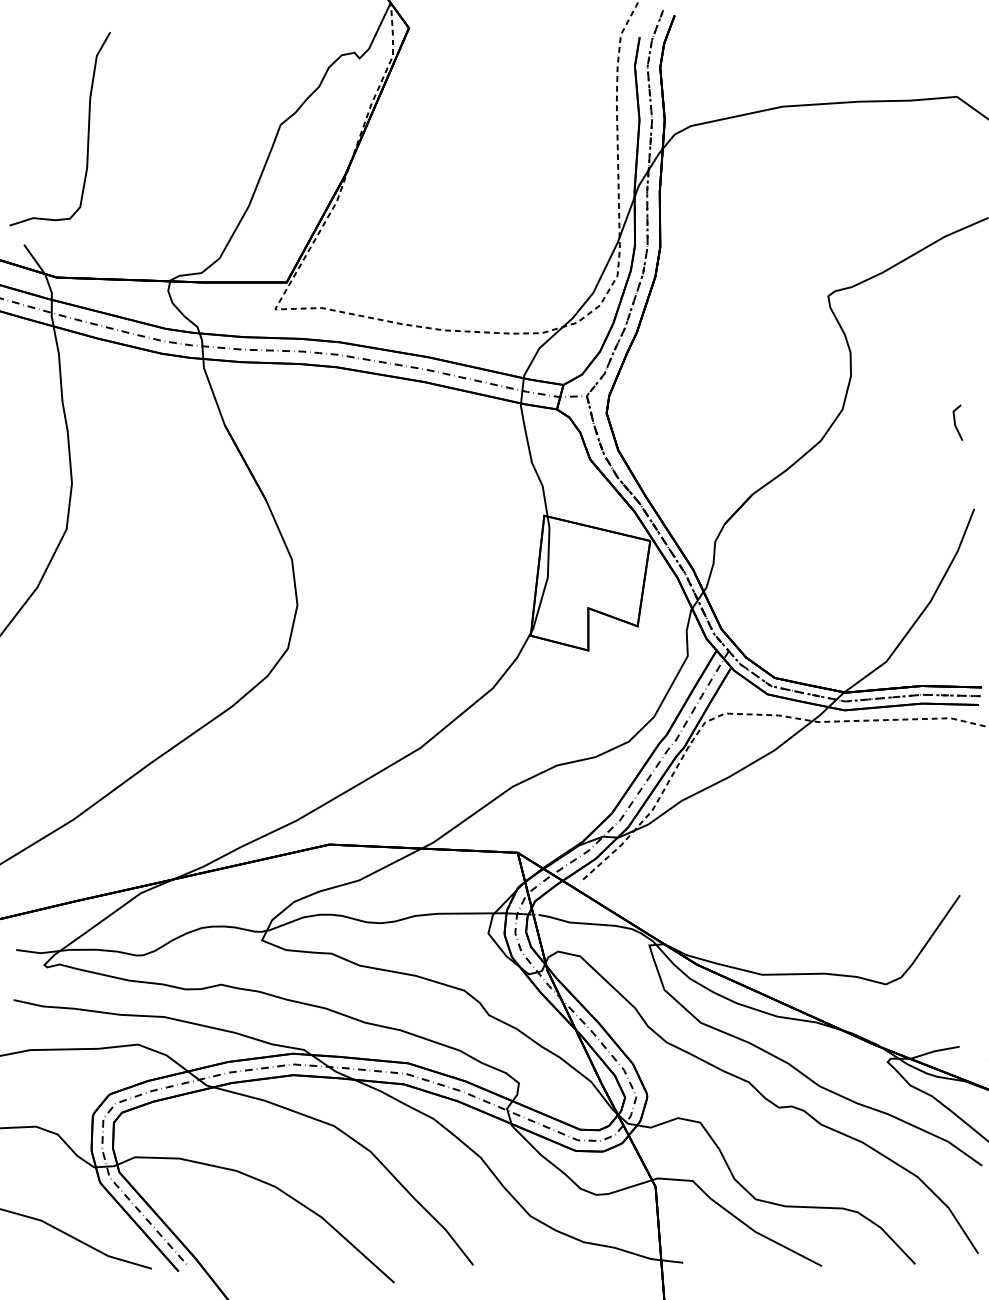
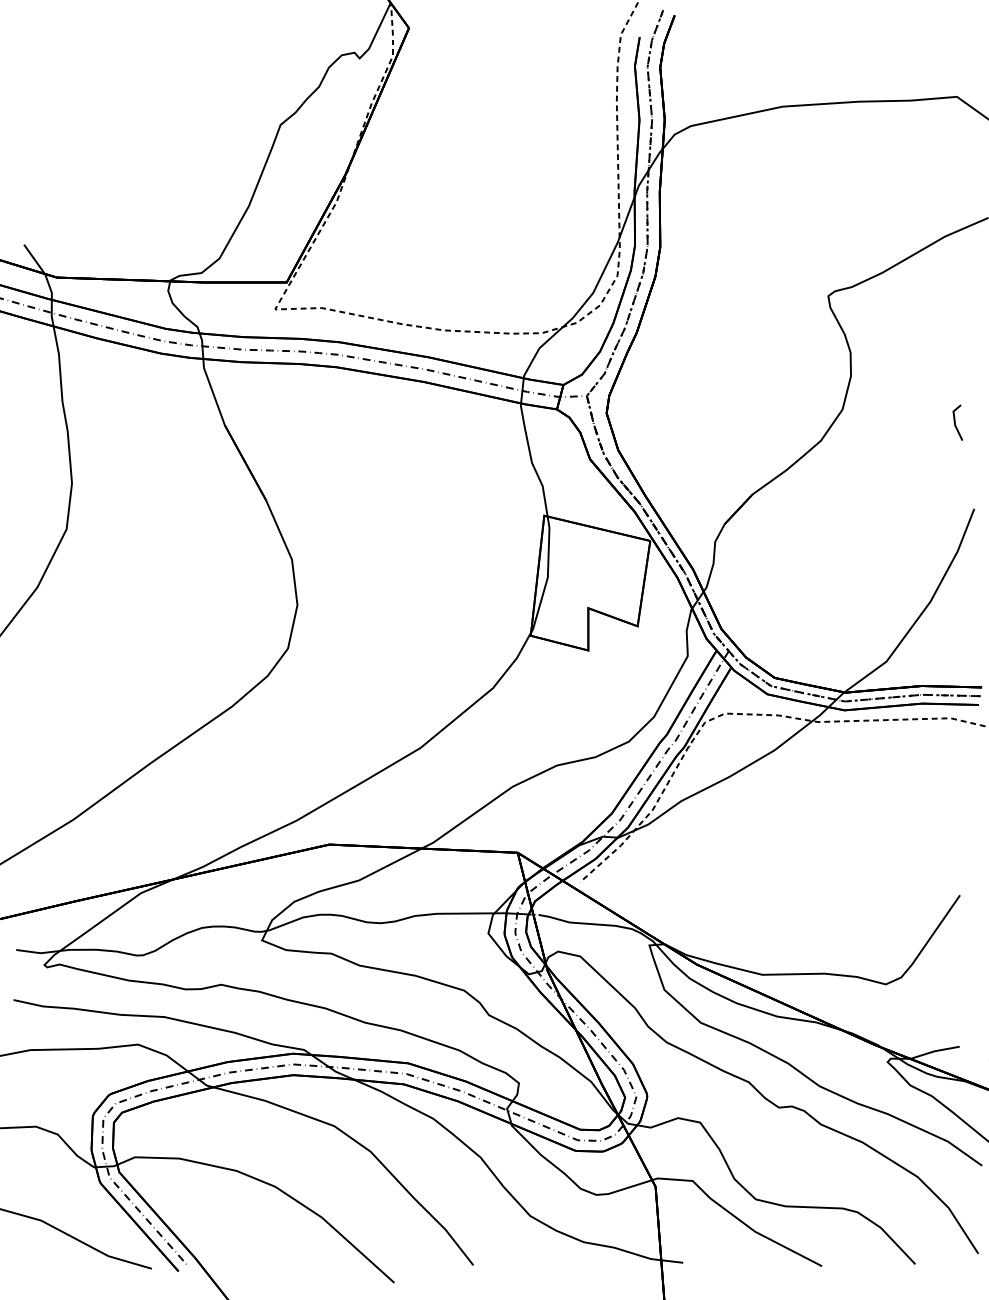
curve at (87, 130): present -> none
